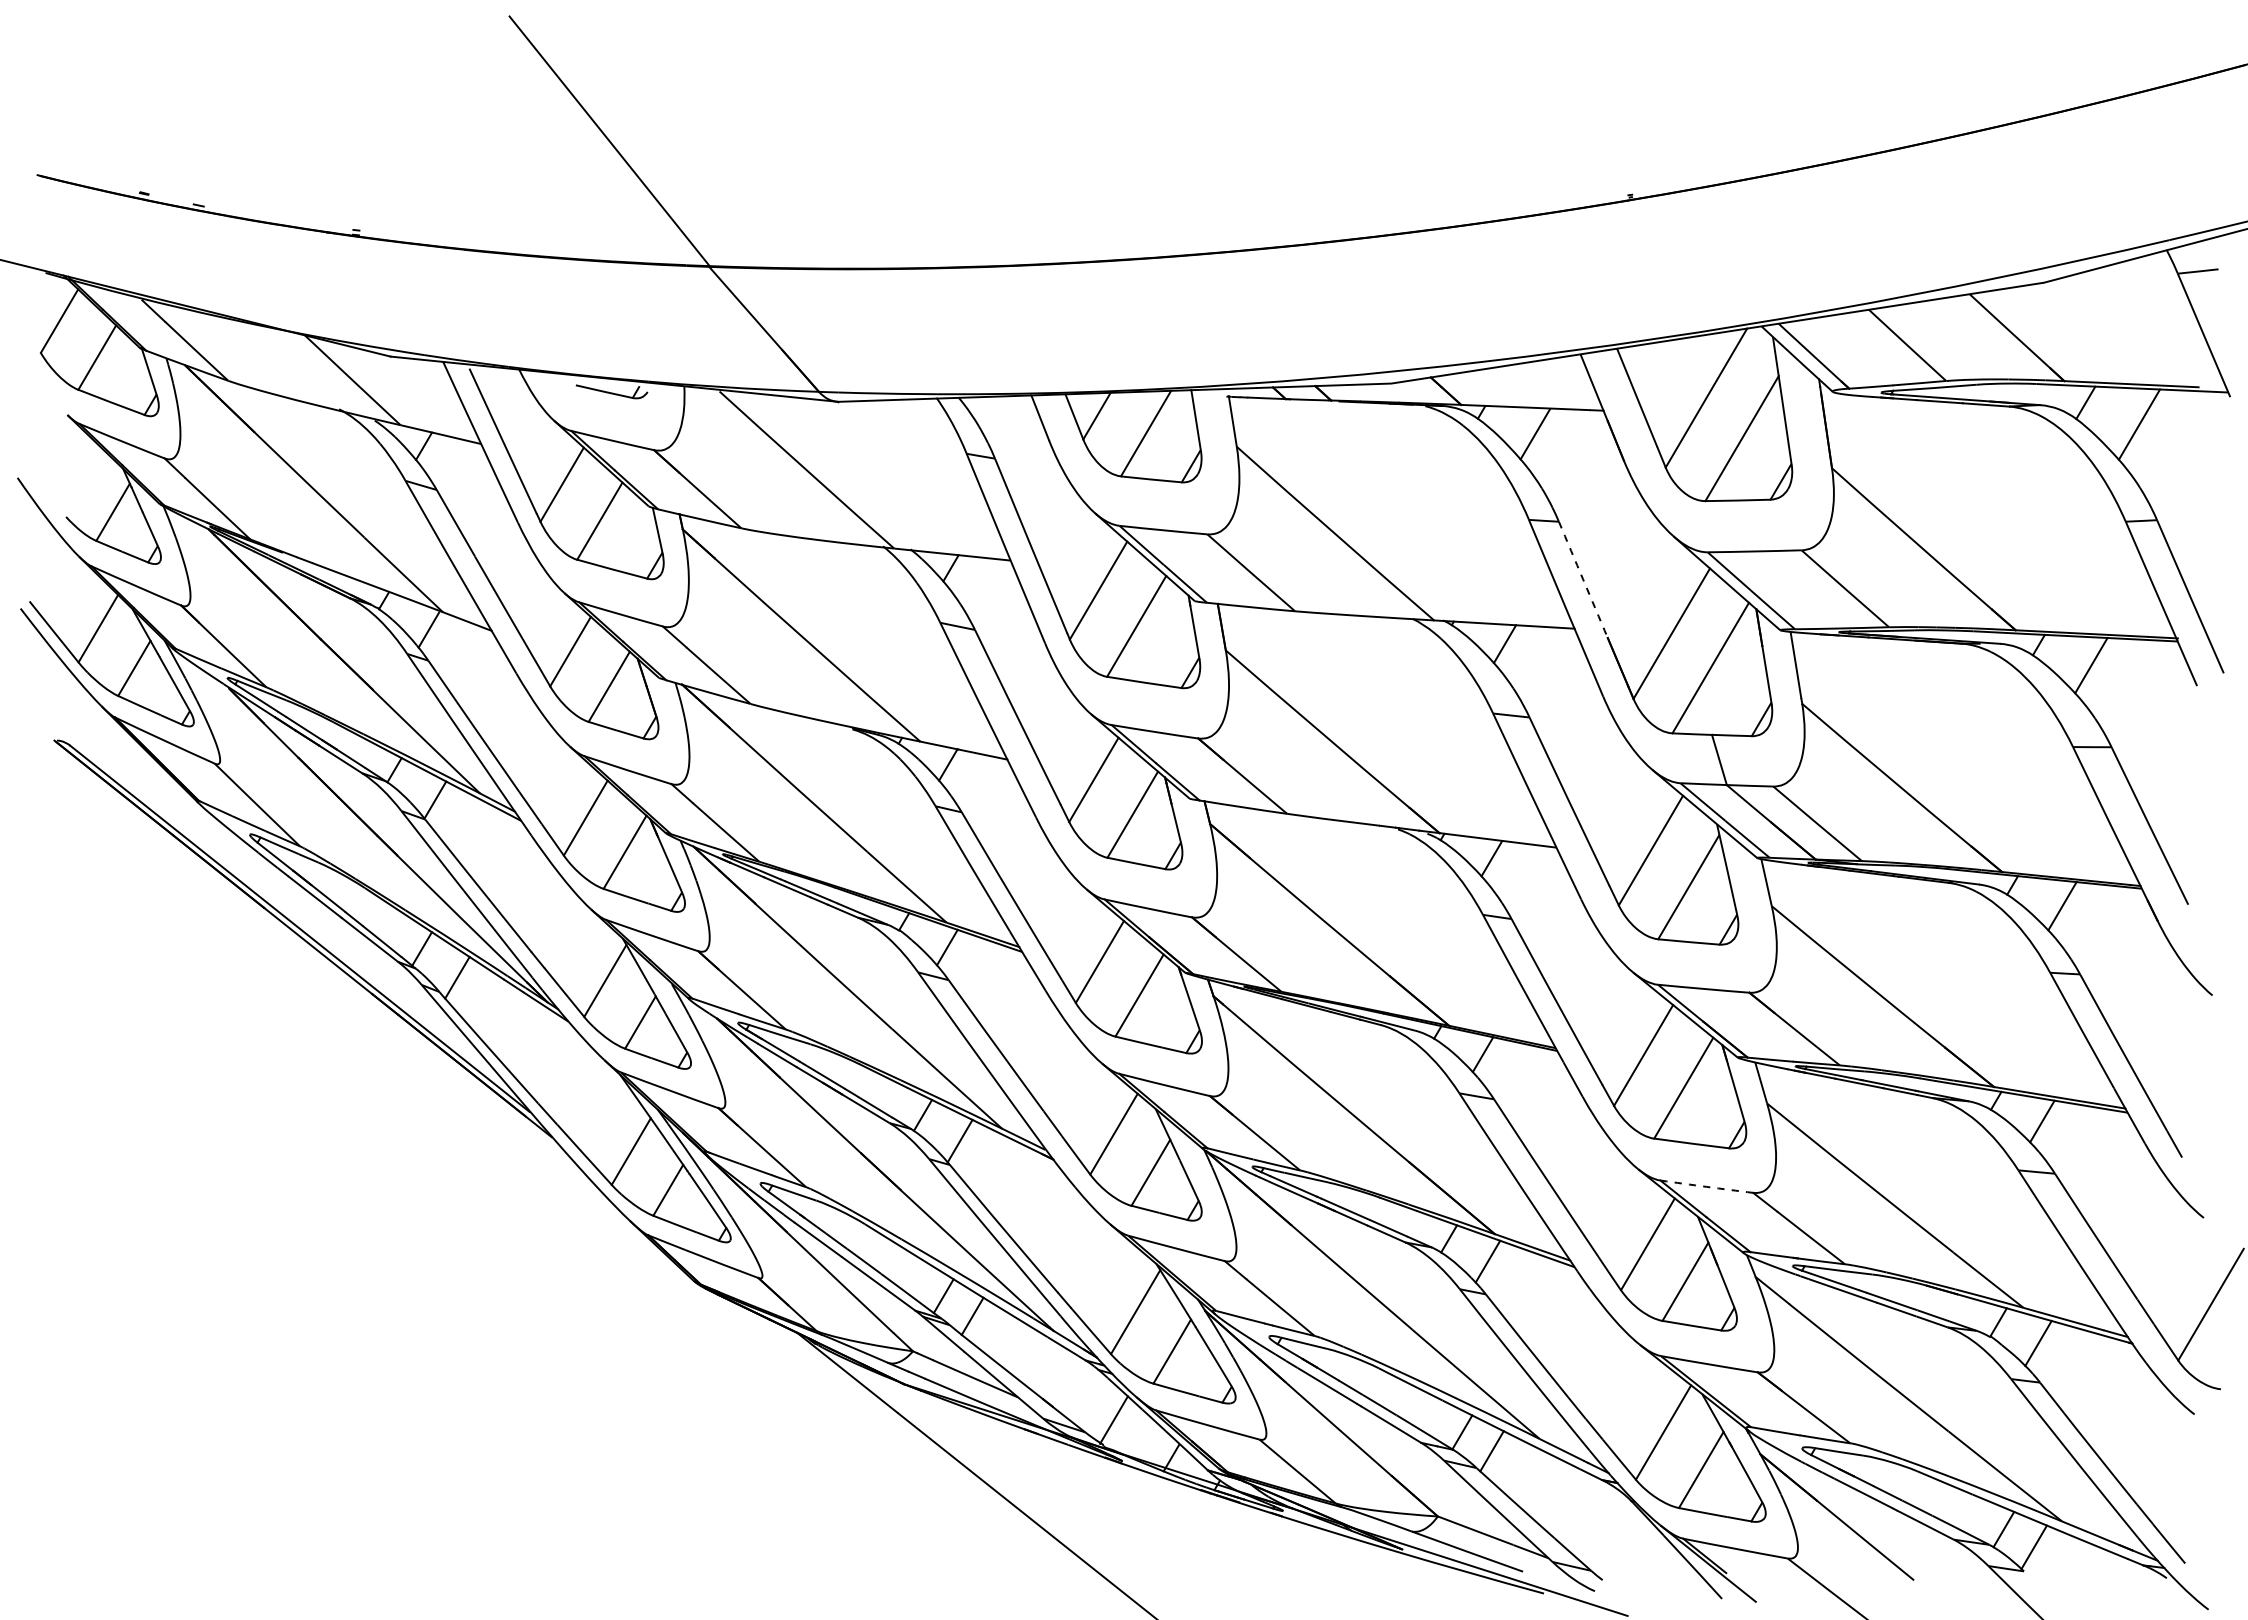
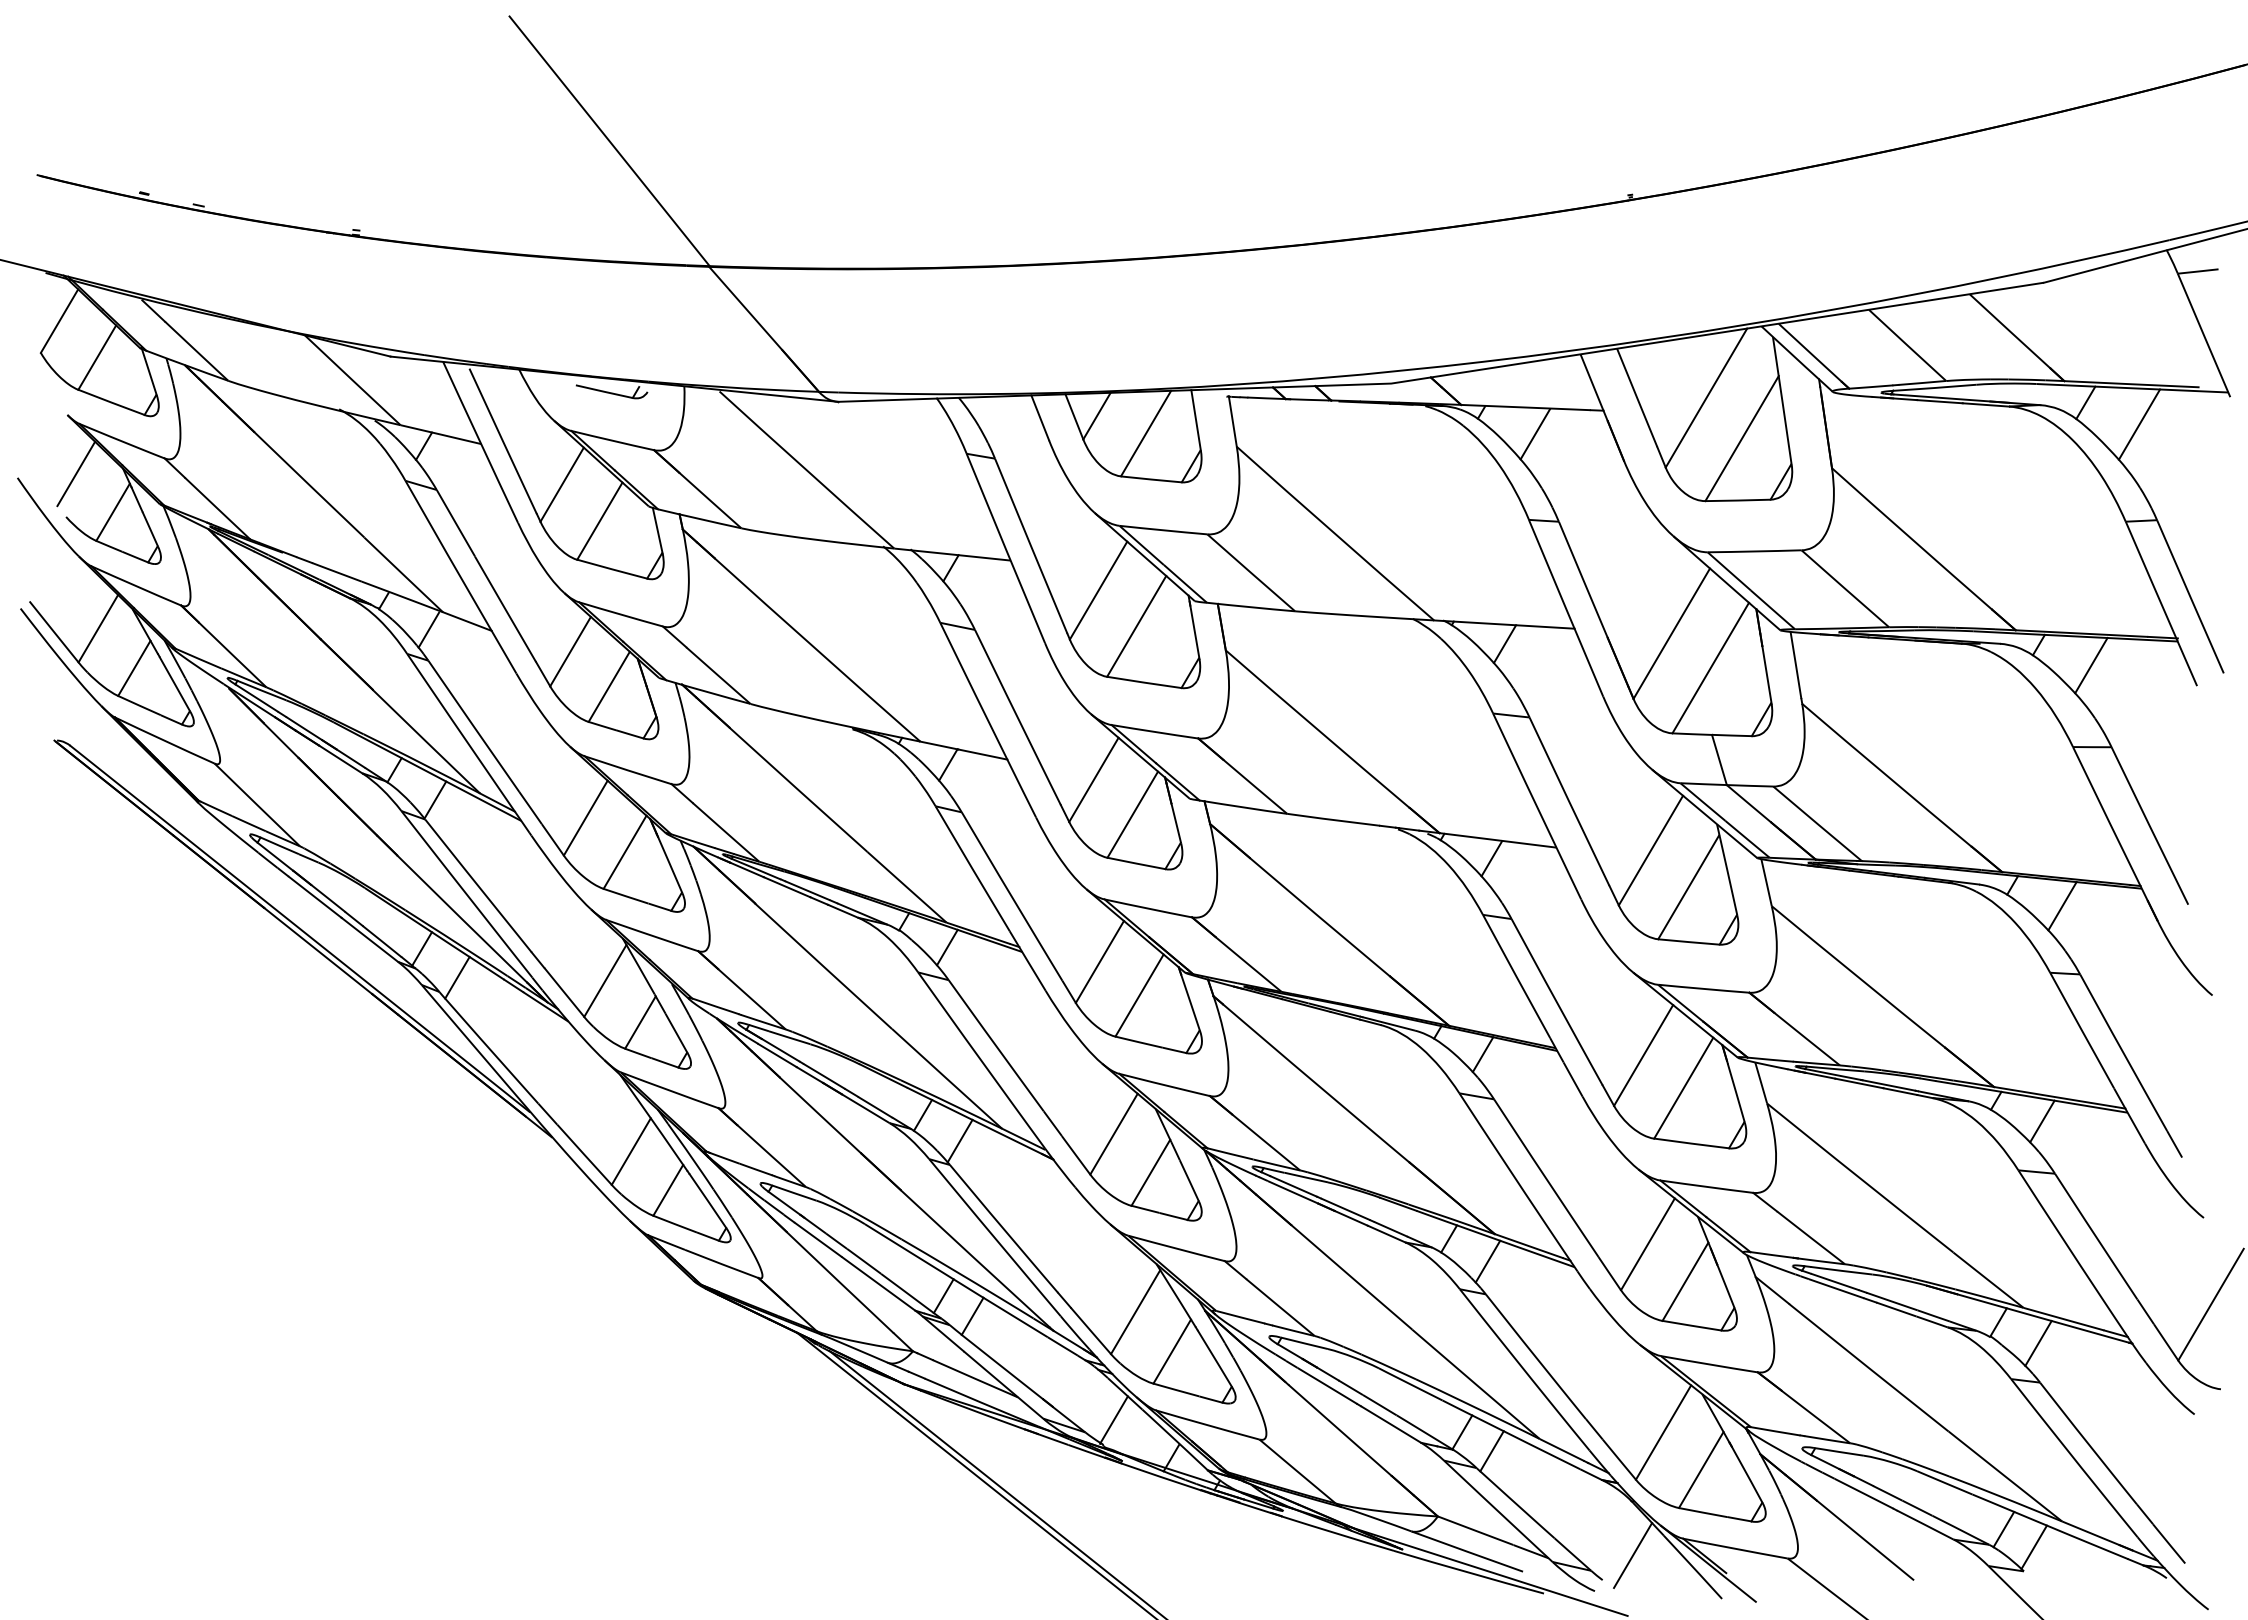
line at (76, 473): none -> present
arc at (1583, 579): dashed -> solid
arc at (1706, 1186): dashed -> solid
line at (996, 1483): none -> present
line at (1633, 1555): none -> present
